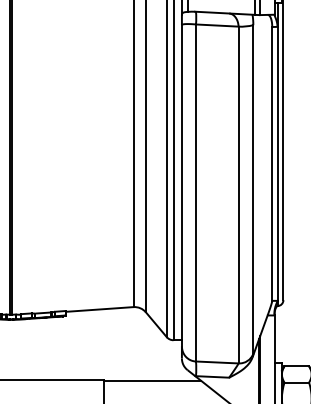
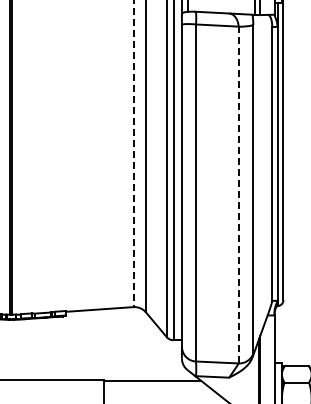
line at (133, 154): solid -> dashed
line at (238, 194): solid -> dashed
